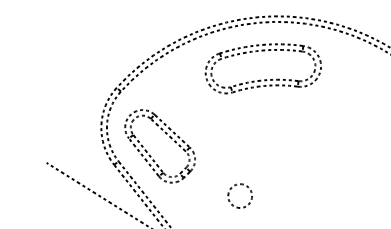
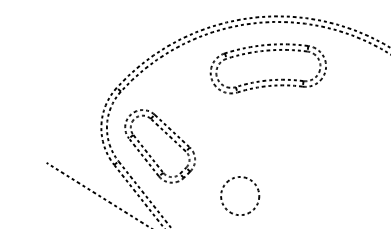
part at (260, 79) position: (260, 79) -> (265, 79)
circle at (240, 196) diameter: 24 px -> 38 px
